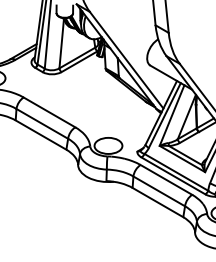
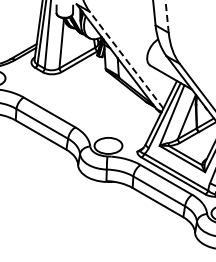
line at (167, 16): solid -> dashed
line at (126, 60): solid -> dashed
